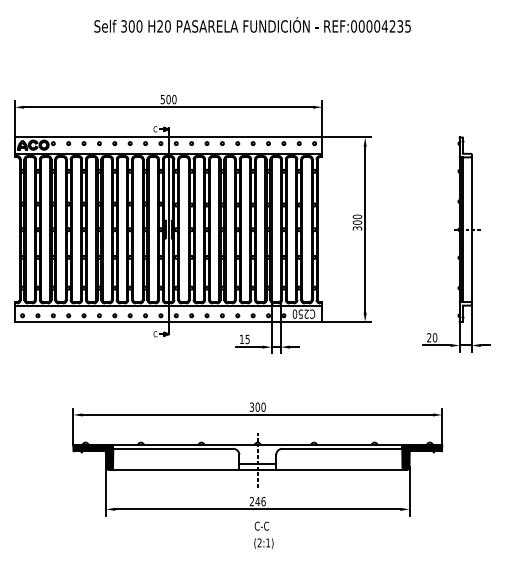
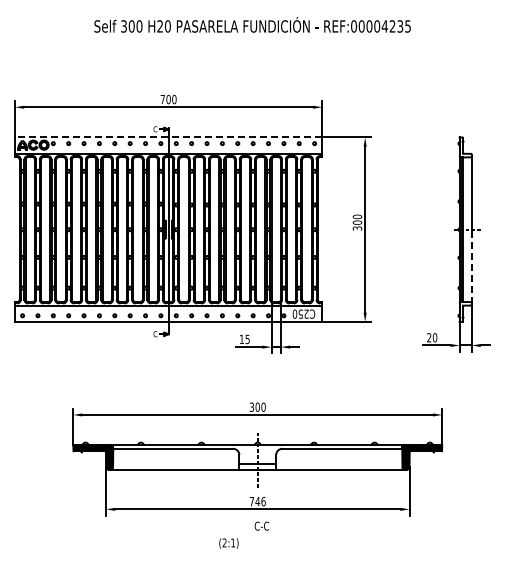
text at (162, 99): 500 -> 700
line at (168, 137): solid -> dashed
line at (471, 266): solid -> dashed
text at (251, 501): 246 -> 746
text at (263, 543) position: (263, 543) -> (228, 543)
